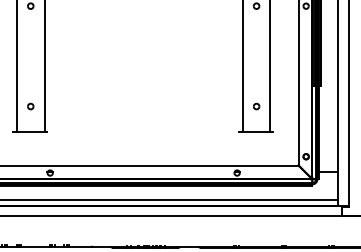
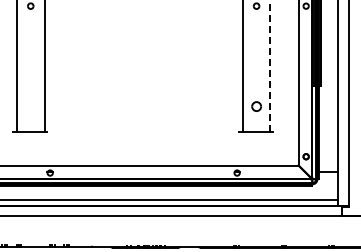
line at (270, 65): solid -> dashed
part at (30, 106): present -> none
part at (256, 106) size: 9x9 px -> 11x11 px
